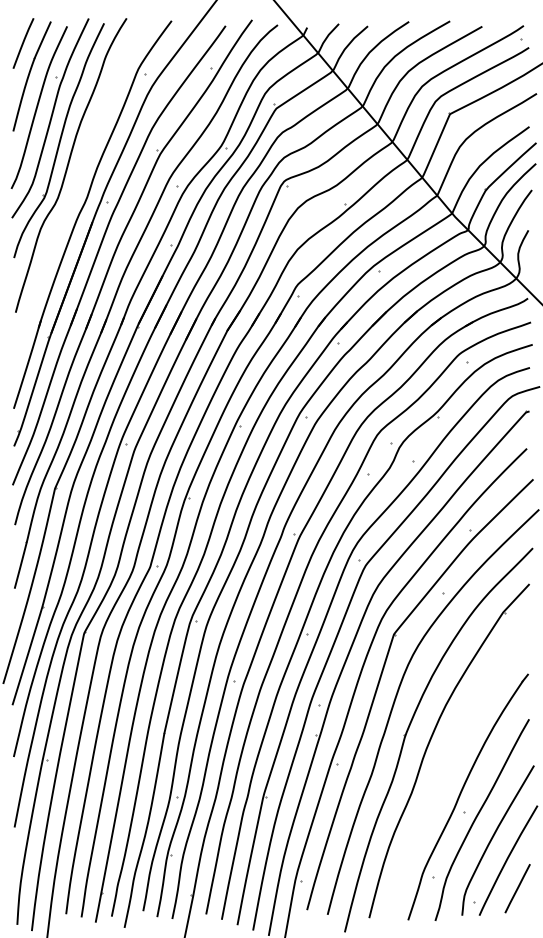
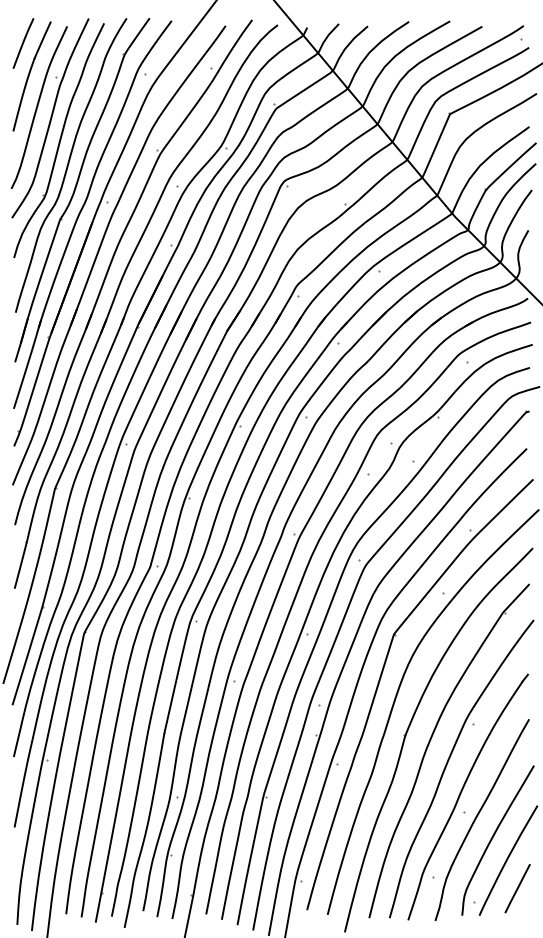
part at (76, 188): none -> present
part at (448, 762): none -> present
